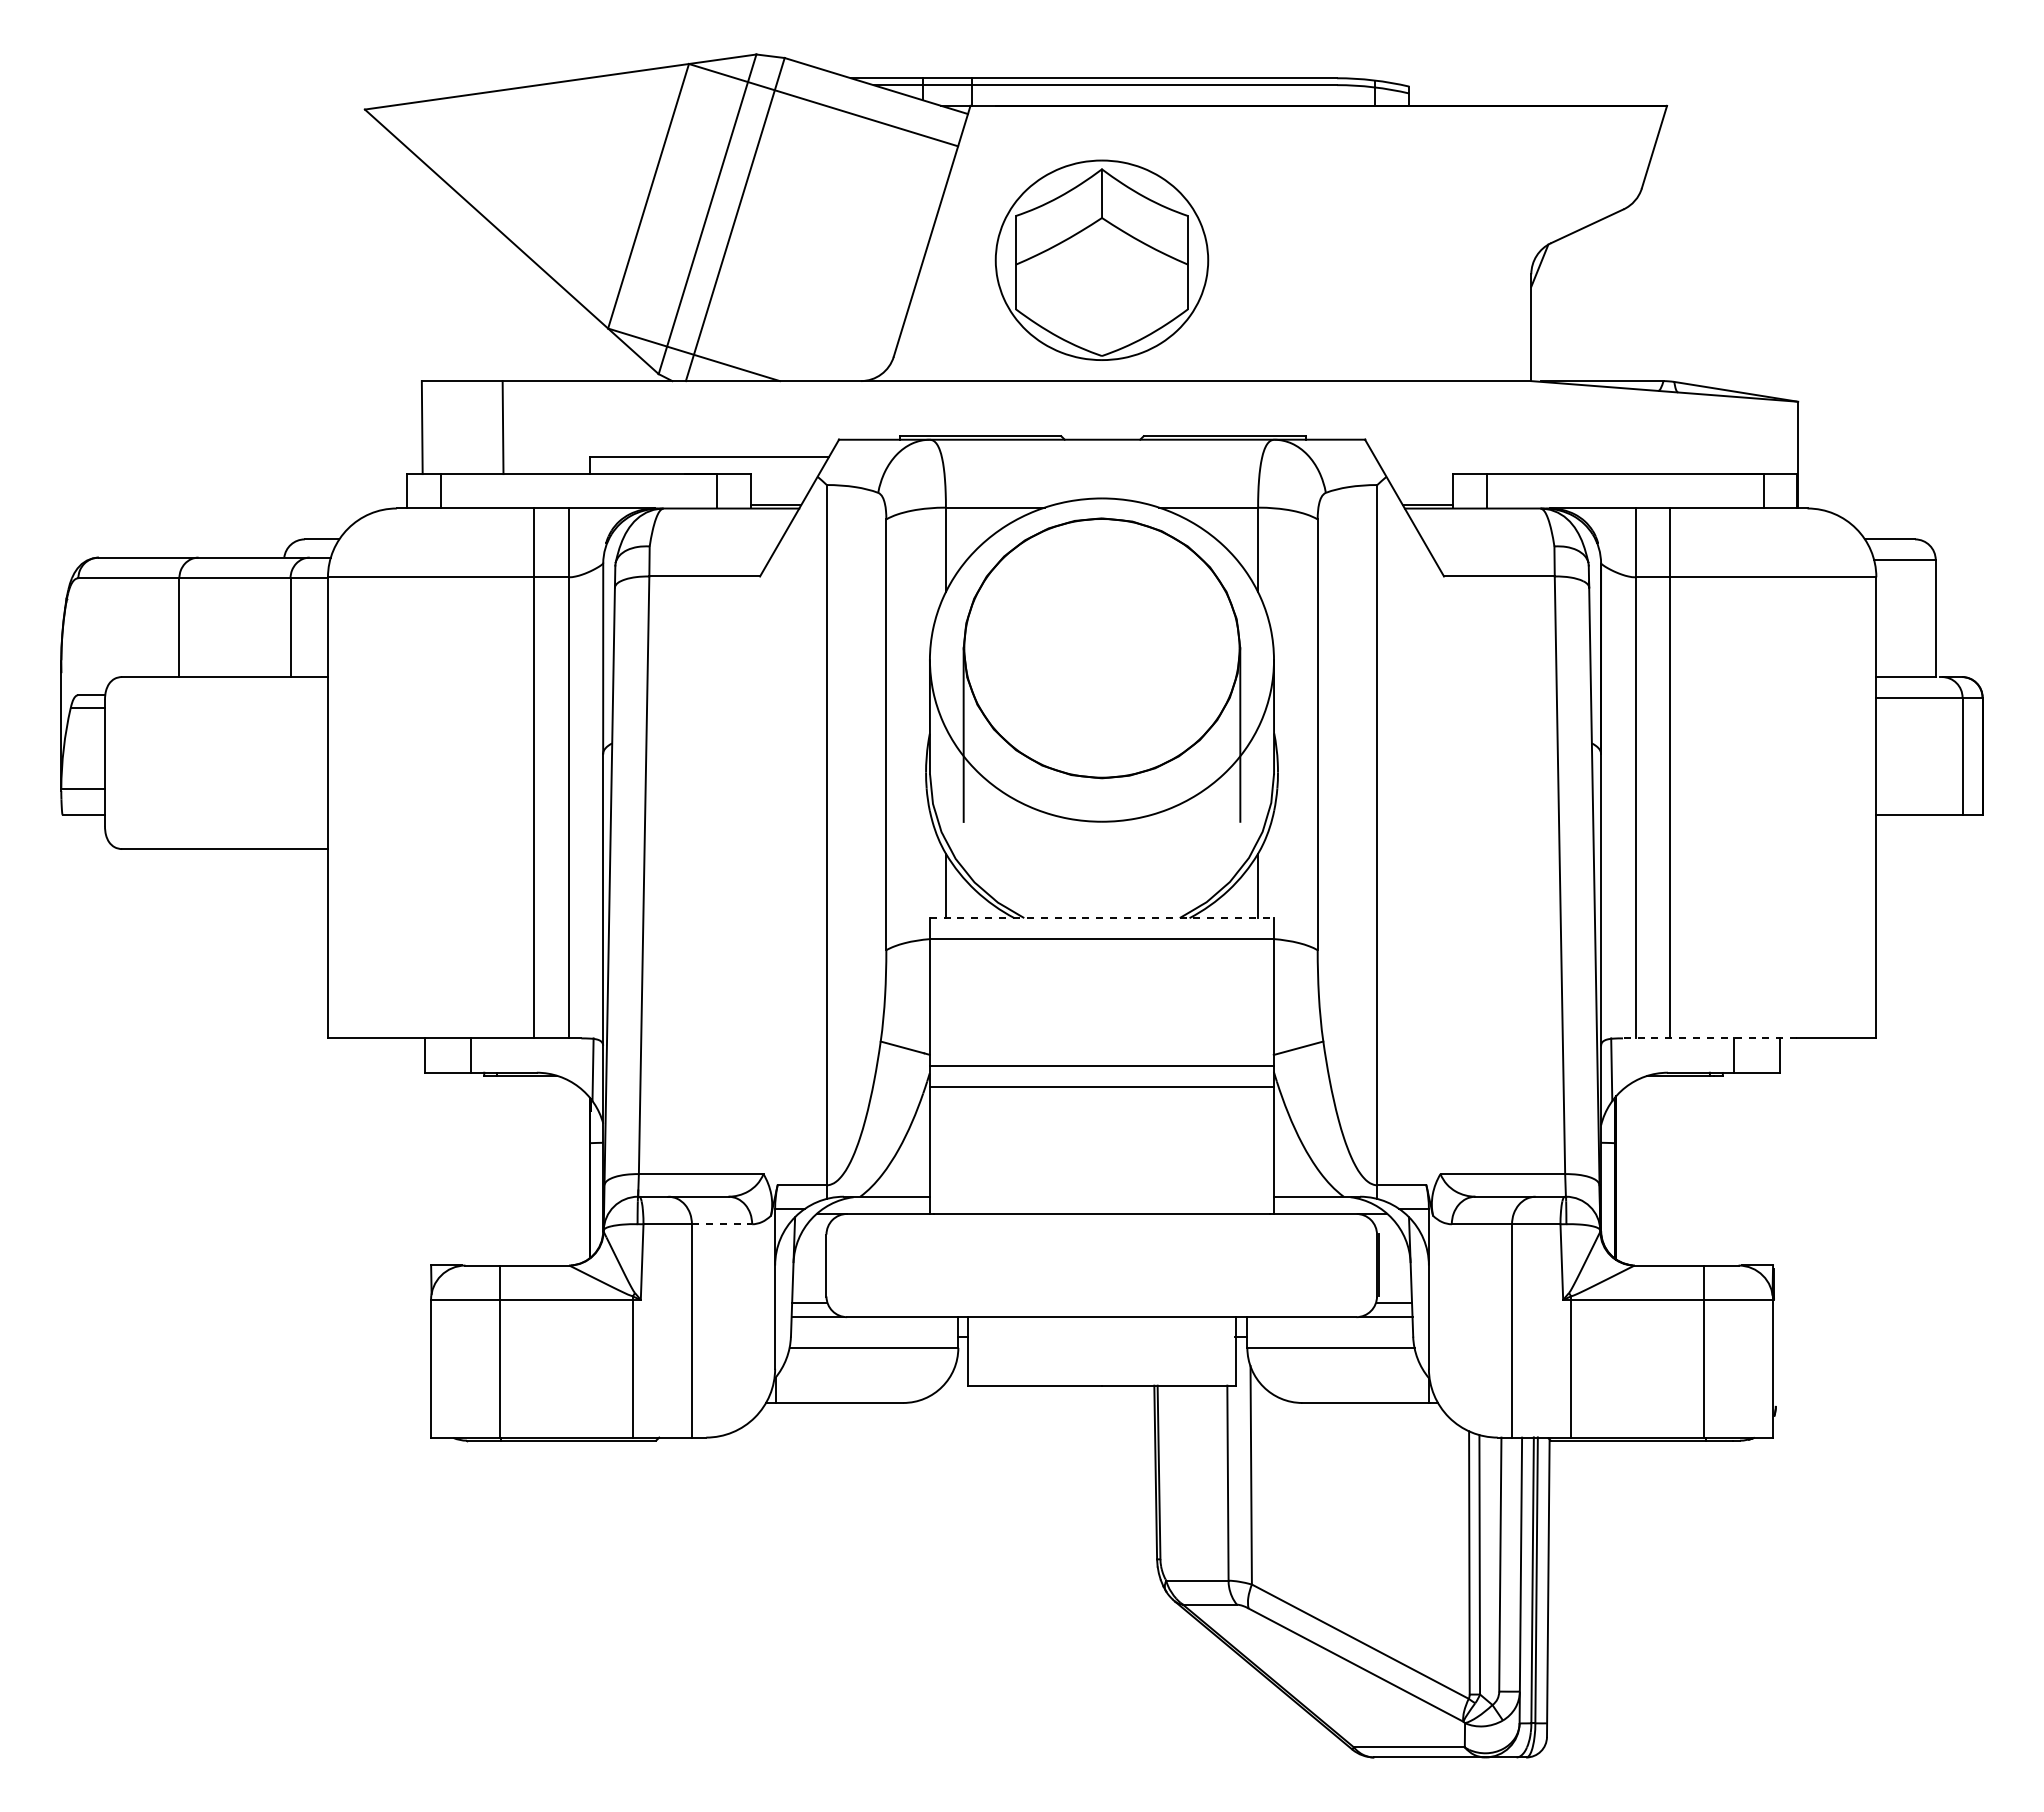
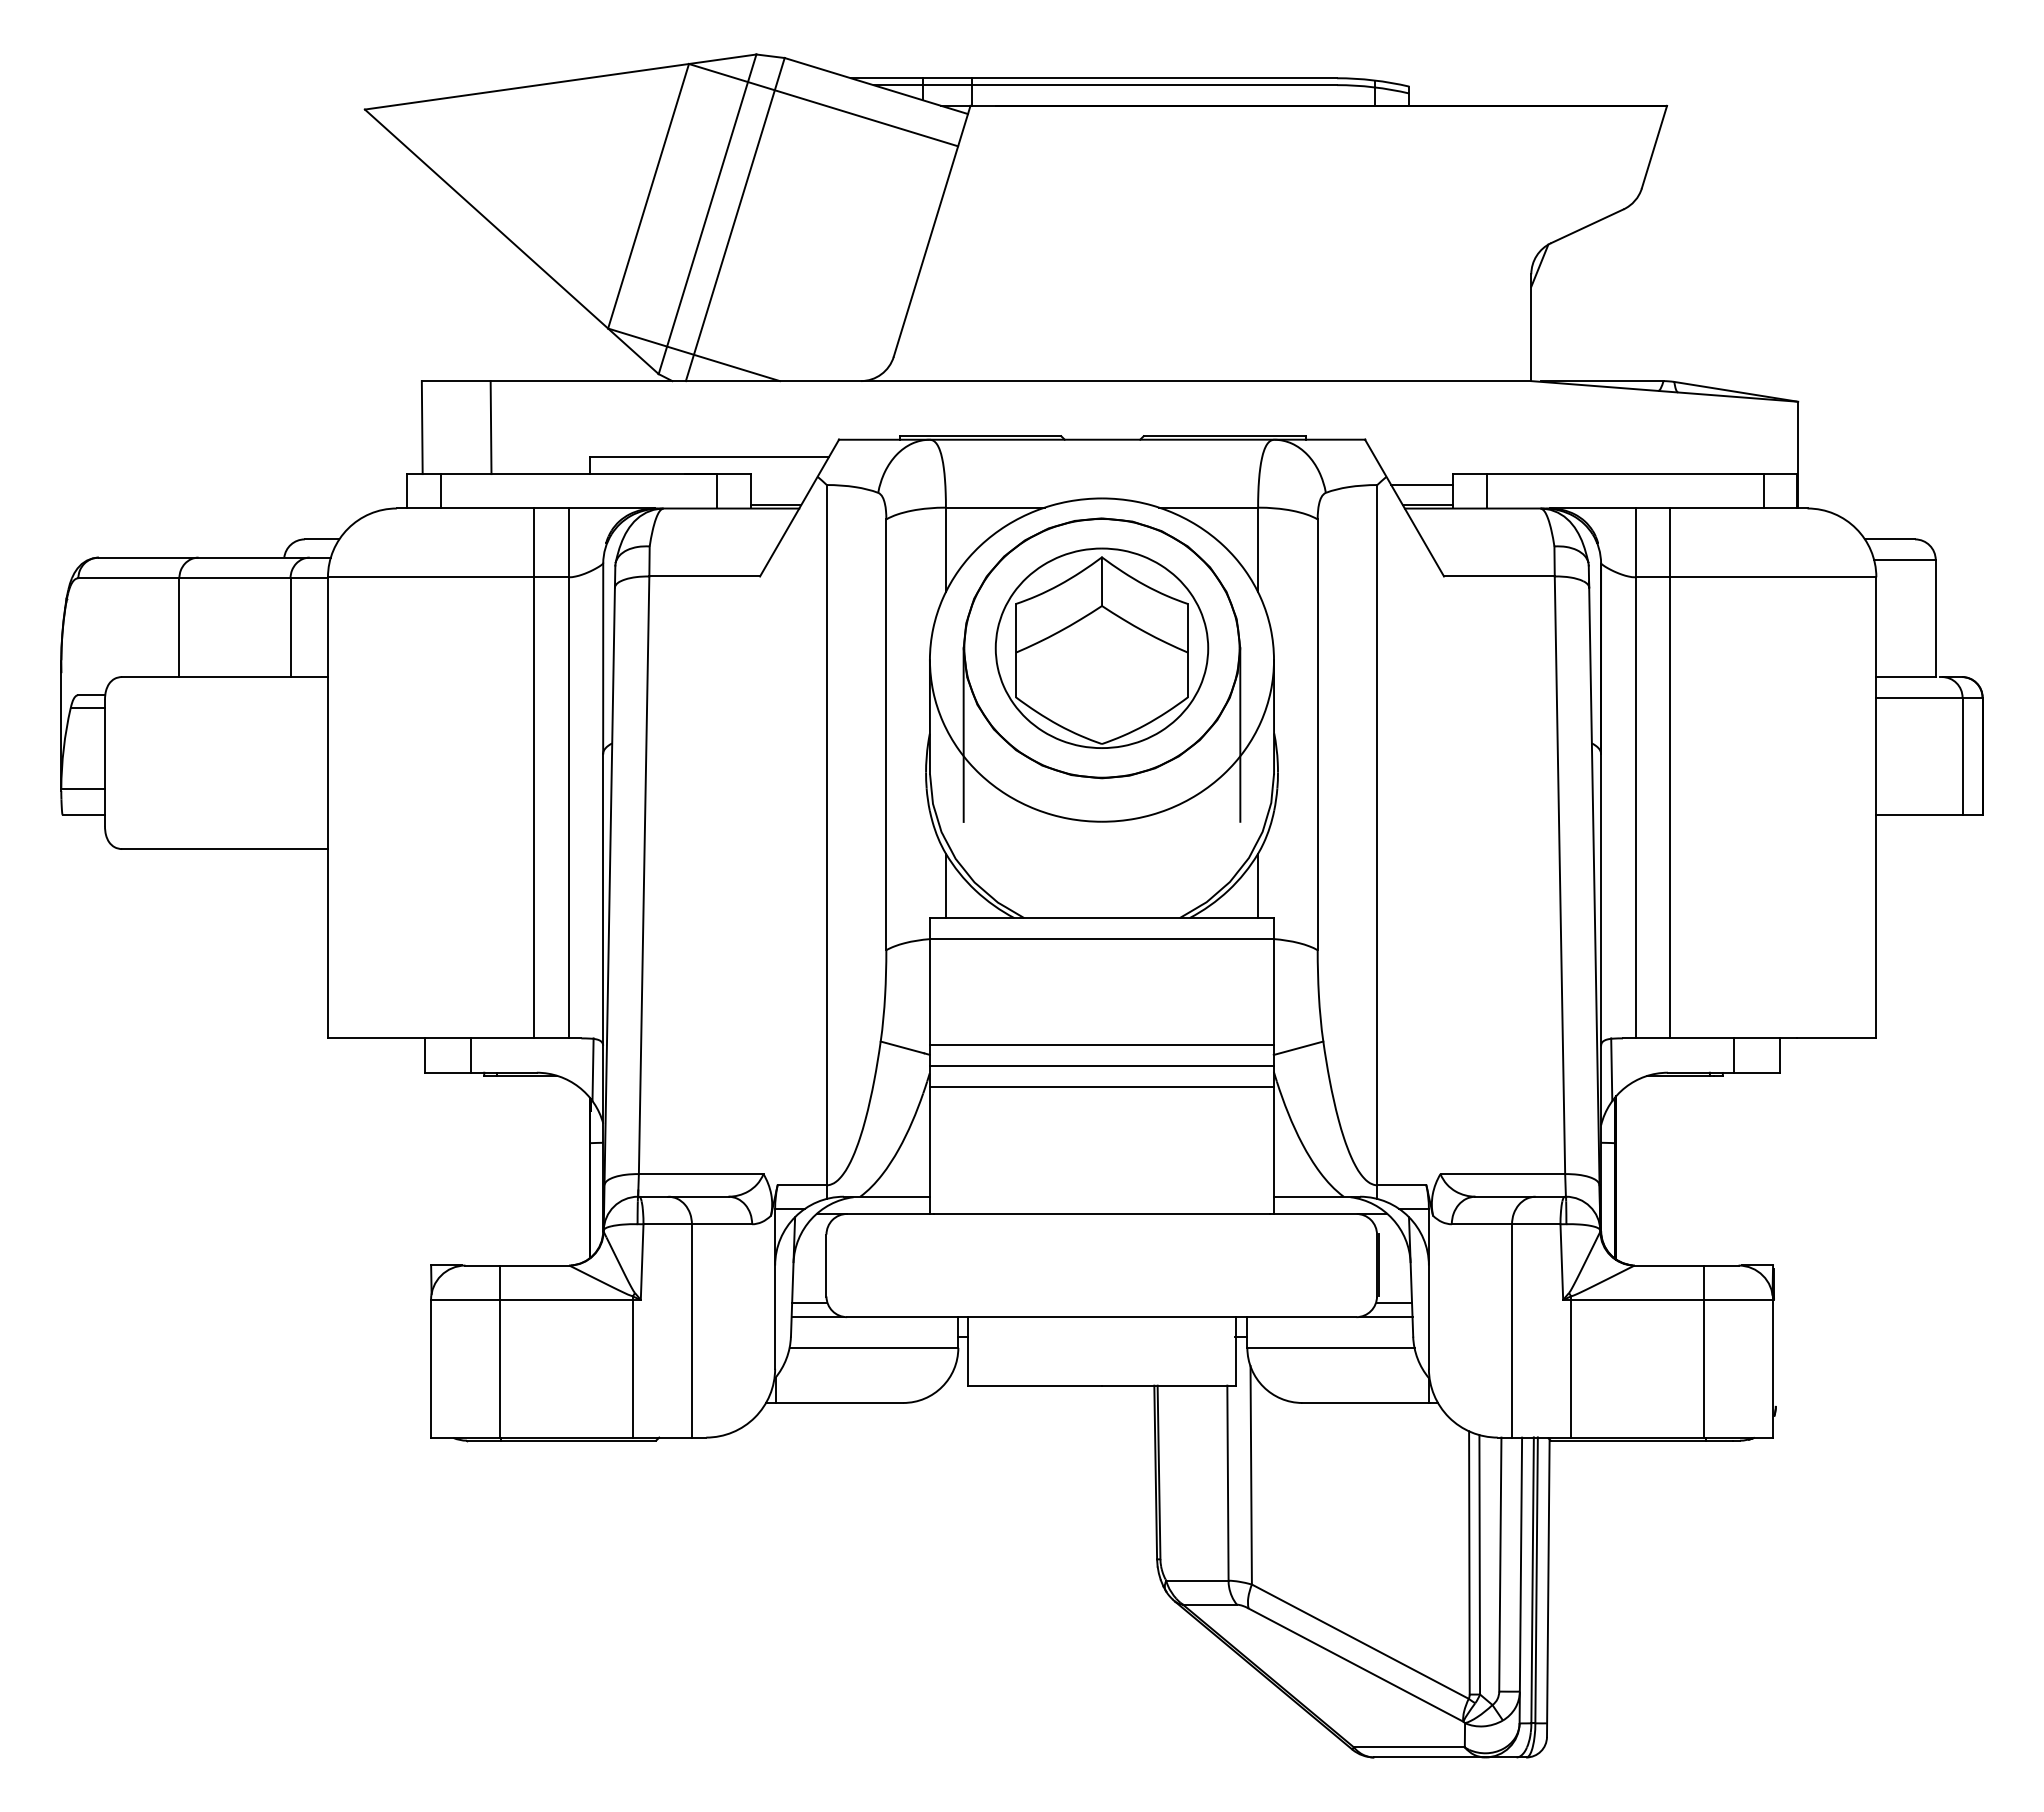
part at (1101, 259) position: (1101, 259) -> (1101, 647)
line at (502, 427) position: (502, 427) -> (490, 427)
line at (1422, 484): none -> present
line at (1102, 918): dashed -> solid
line at (1709, 1038): dashed -> solid
line at (1101, 1045): none -> present
line at (722, 1224): dashed -> solid
